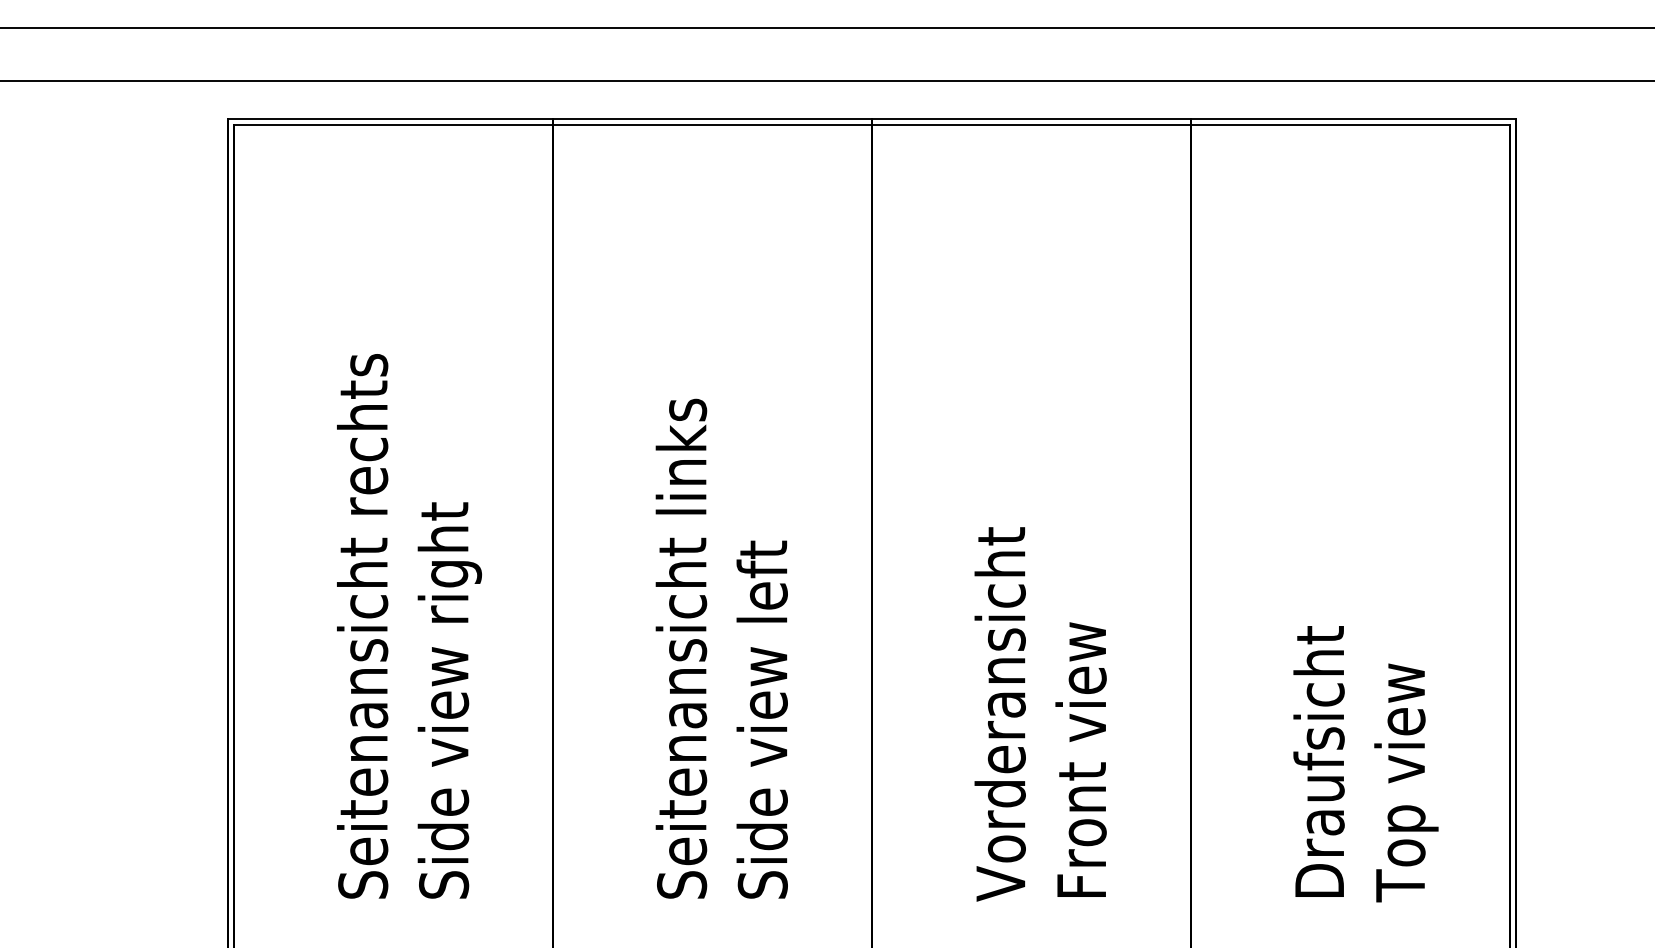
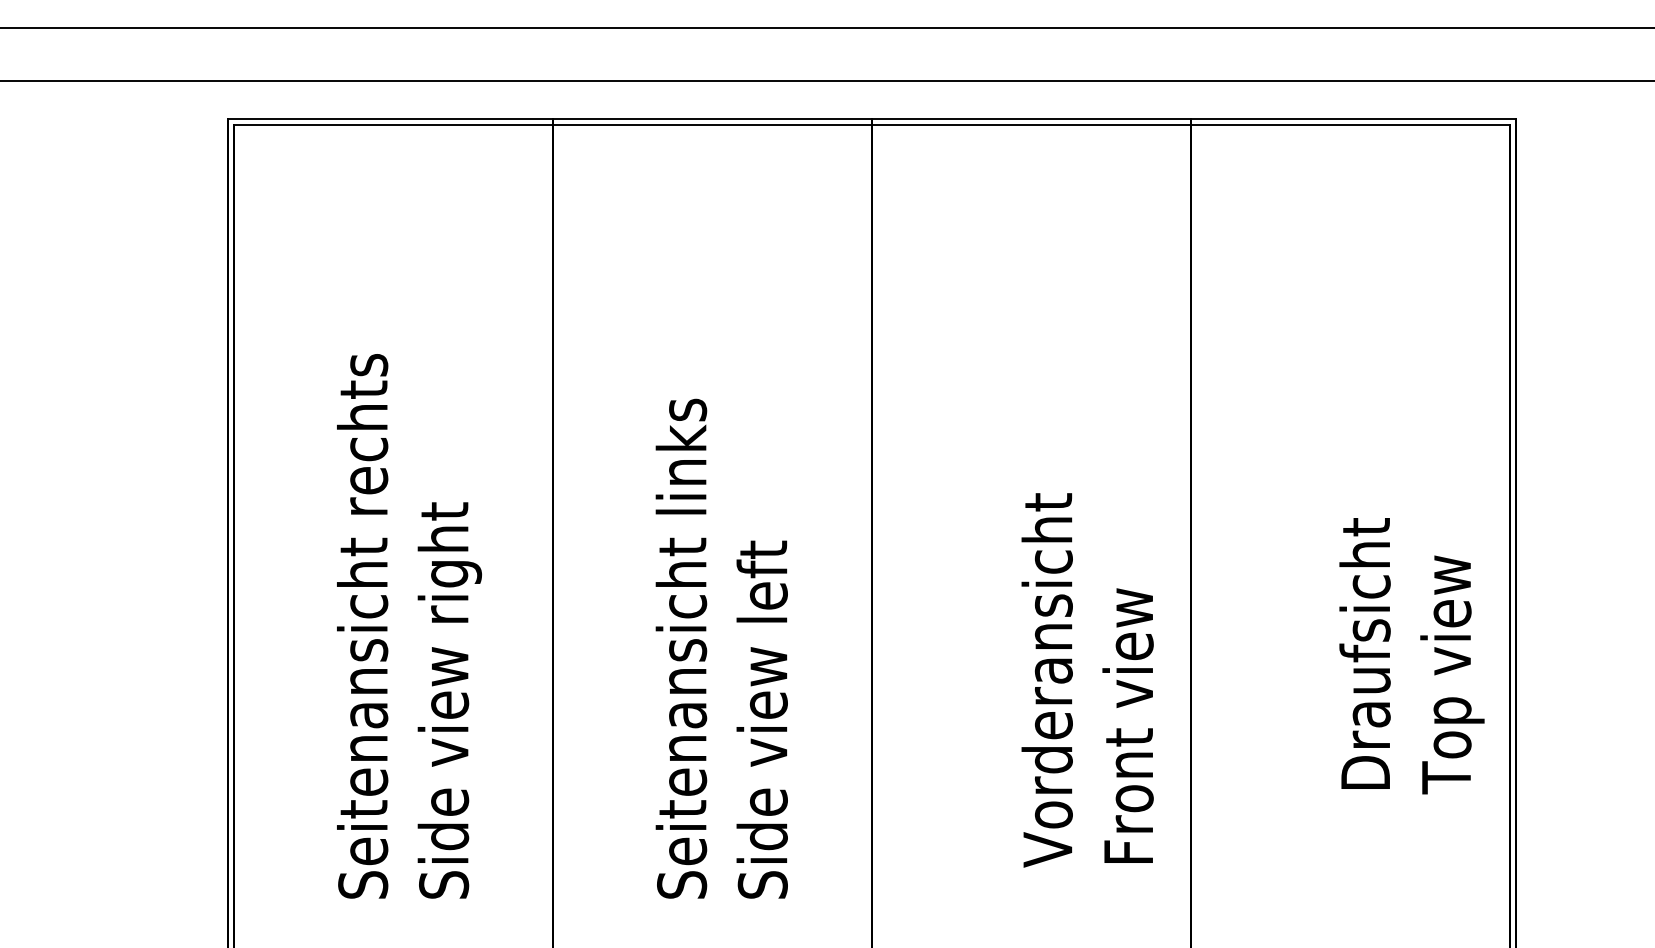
text at (1040, 714) position: (1040, 714) -> (1087, 680)
text at (1365, 764) position: (1365, 764) -> (1411, 656)
